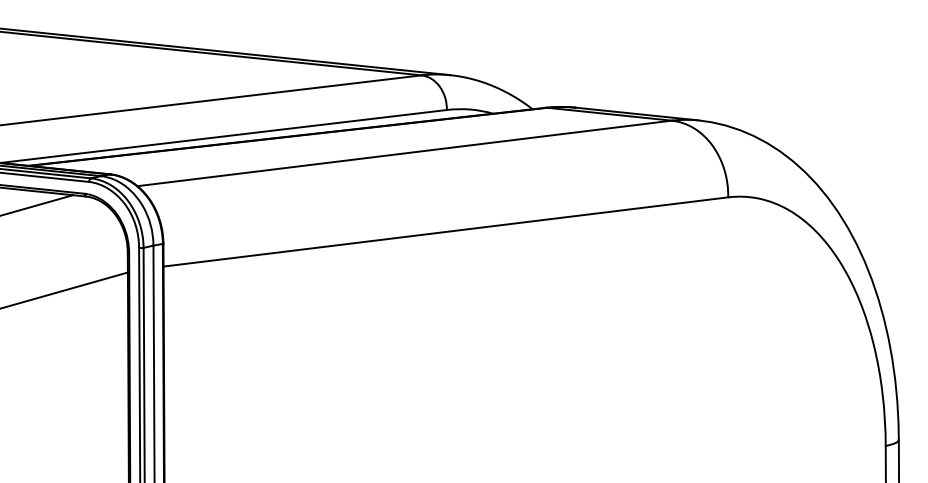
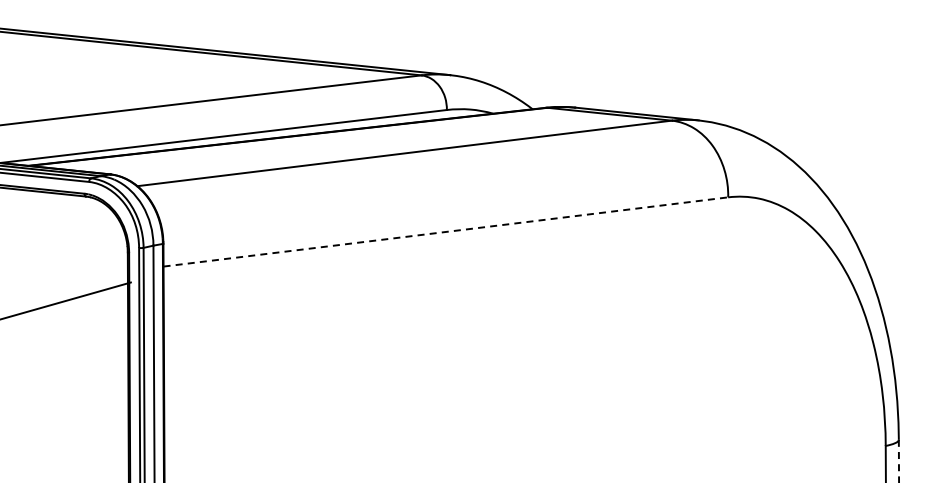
line at (37, 205): present -> none
line at (446, 231): solid -> dashed
line at (64, 289) position: (64, 289) -> (66, 300)
line at (898, 461): solid -> dashed
